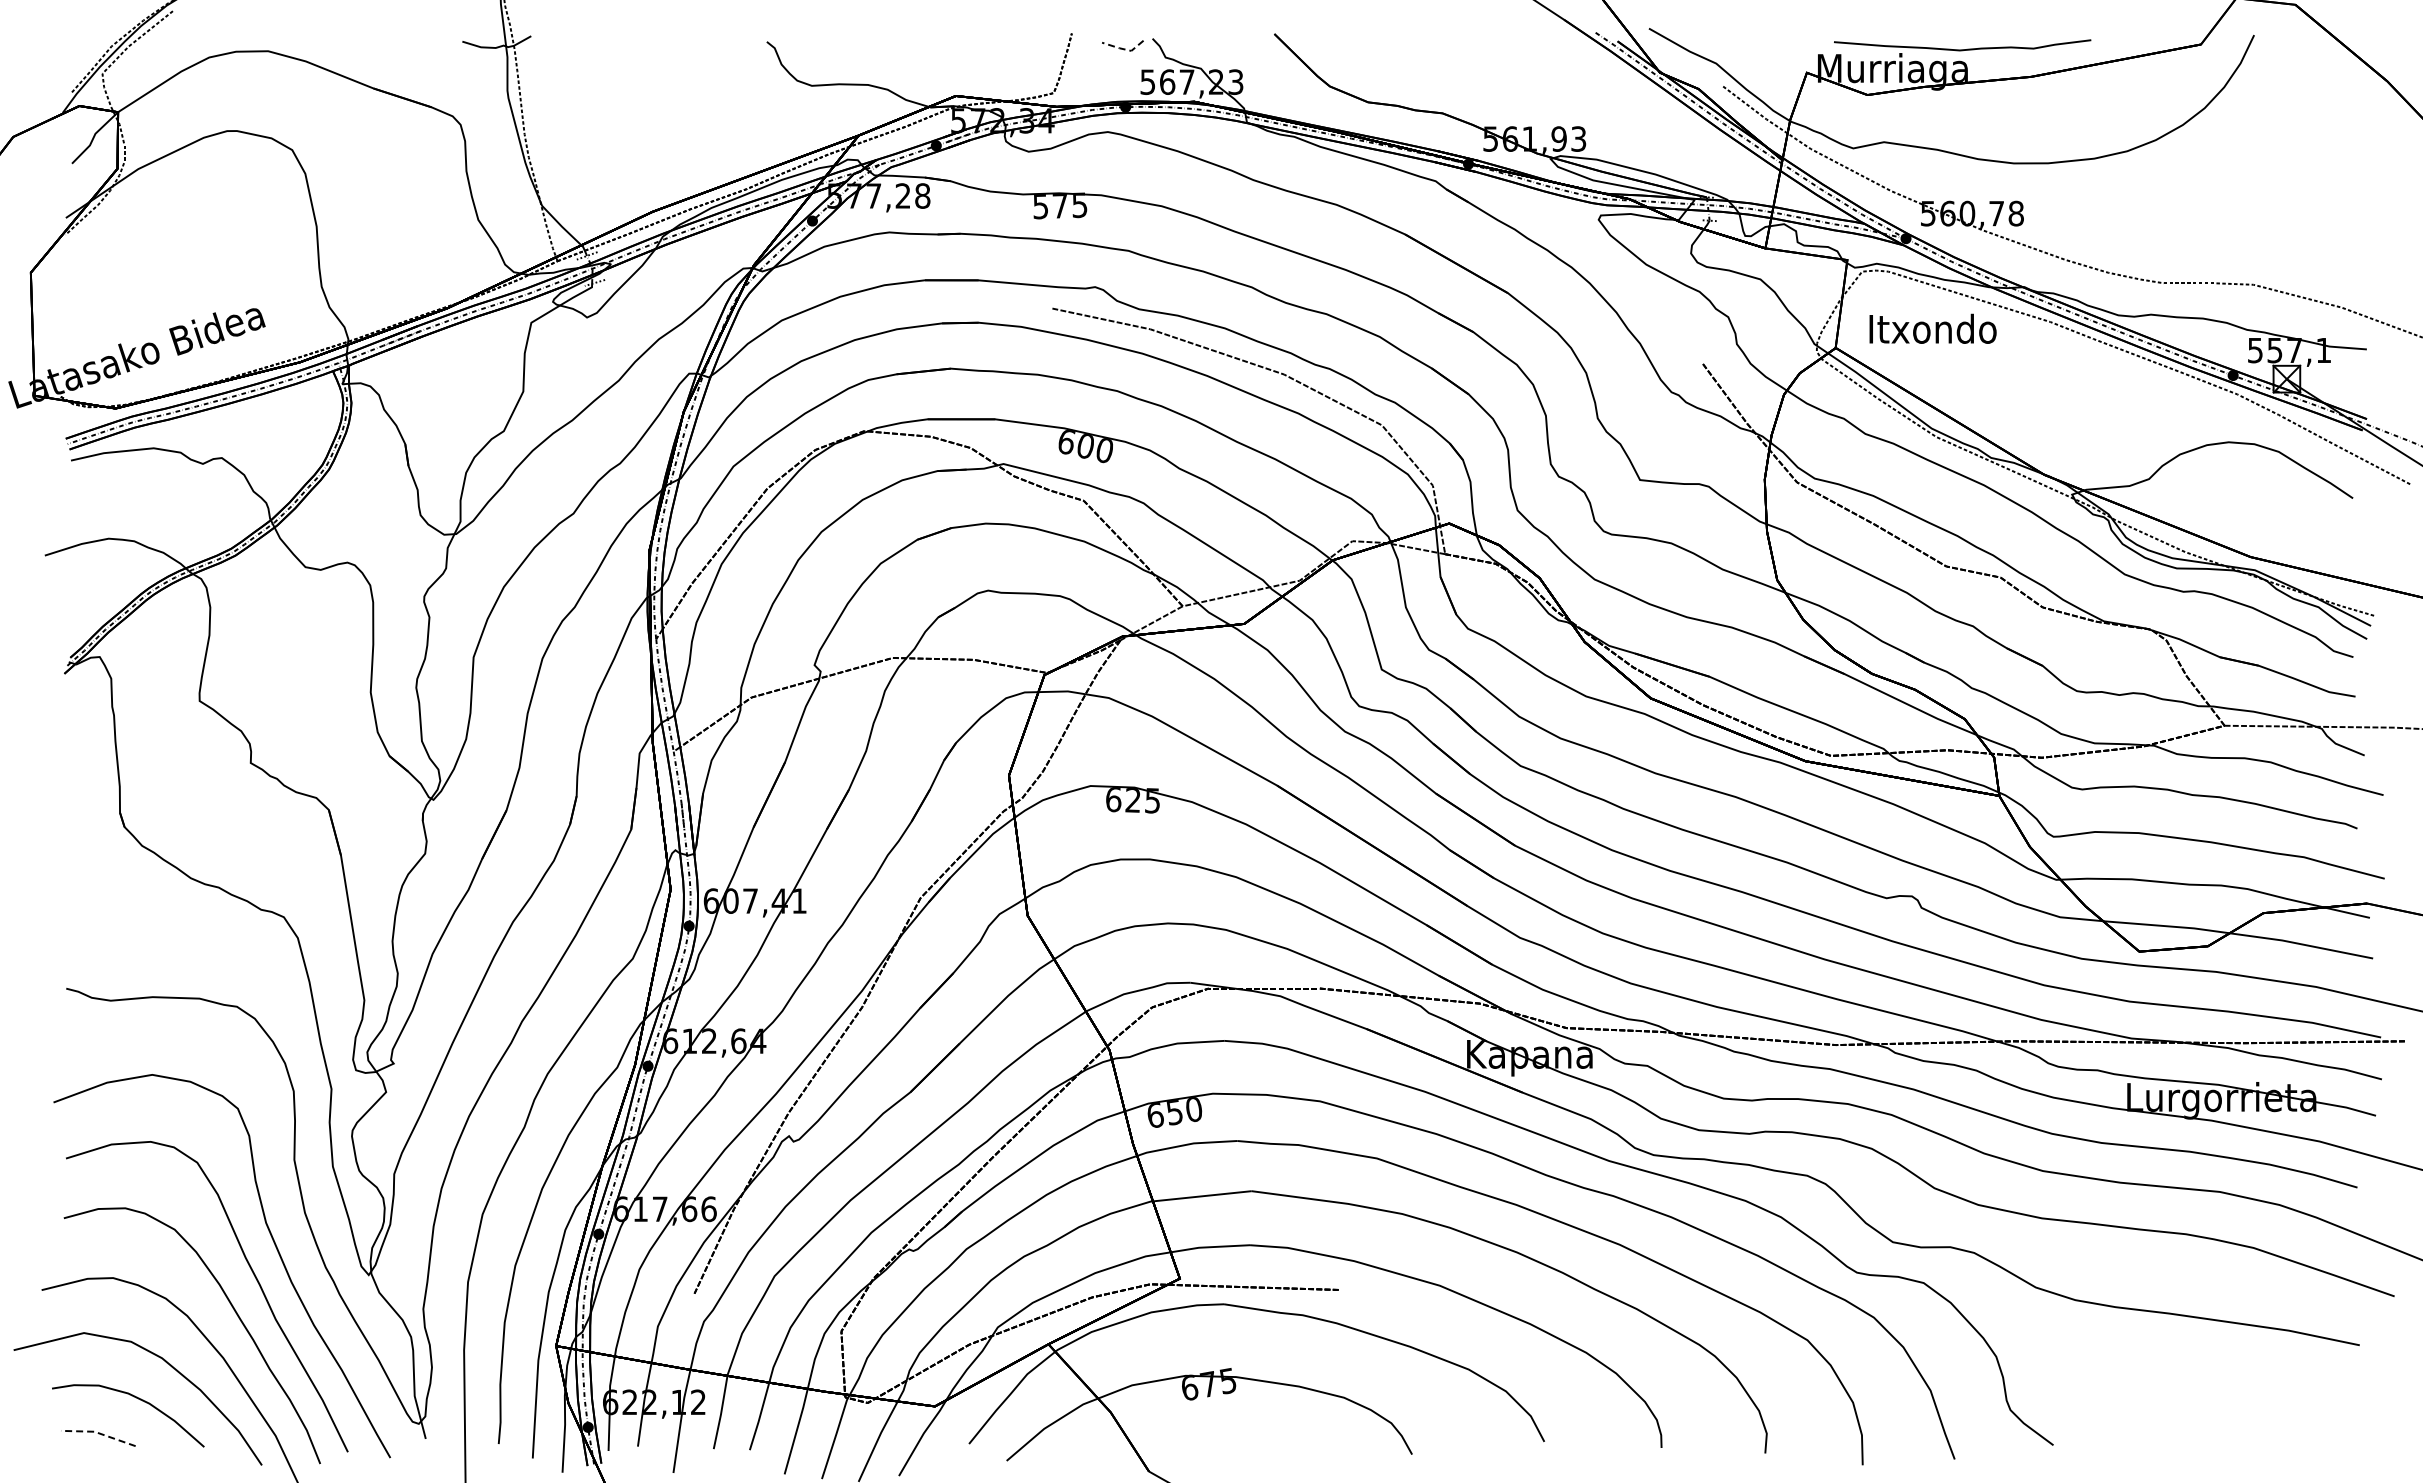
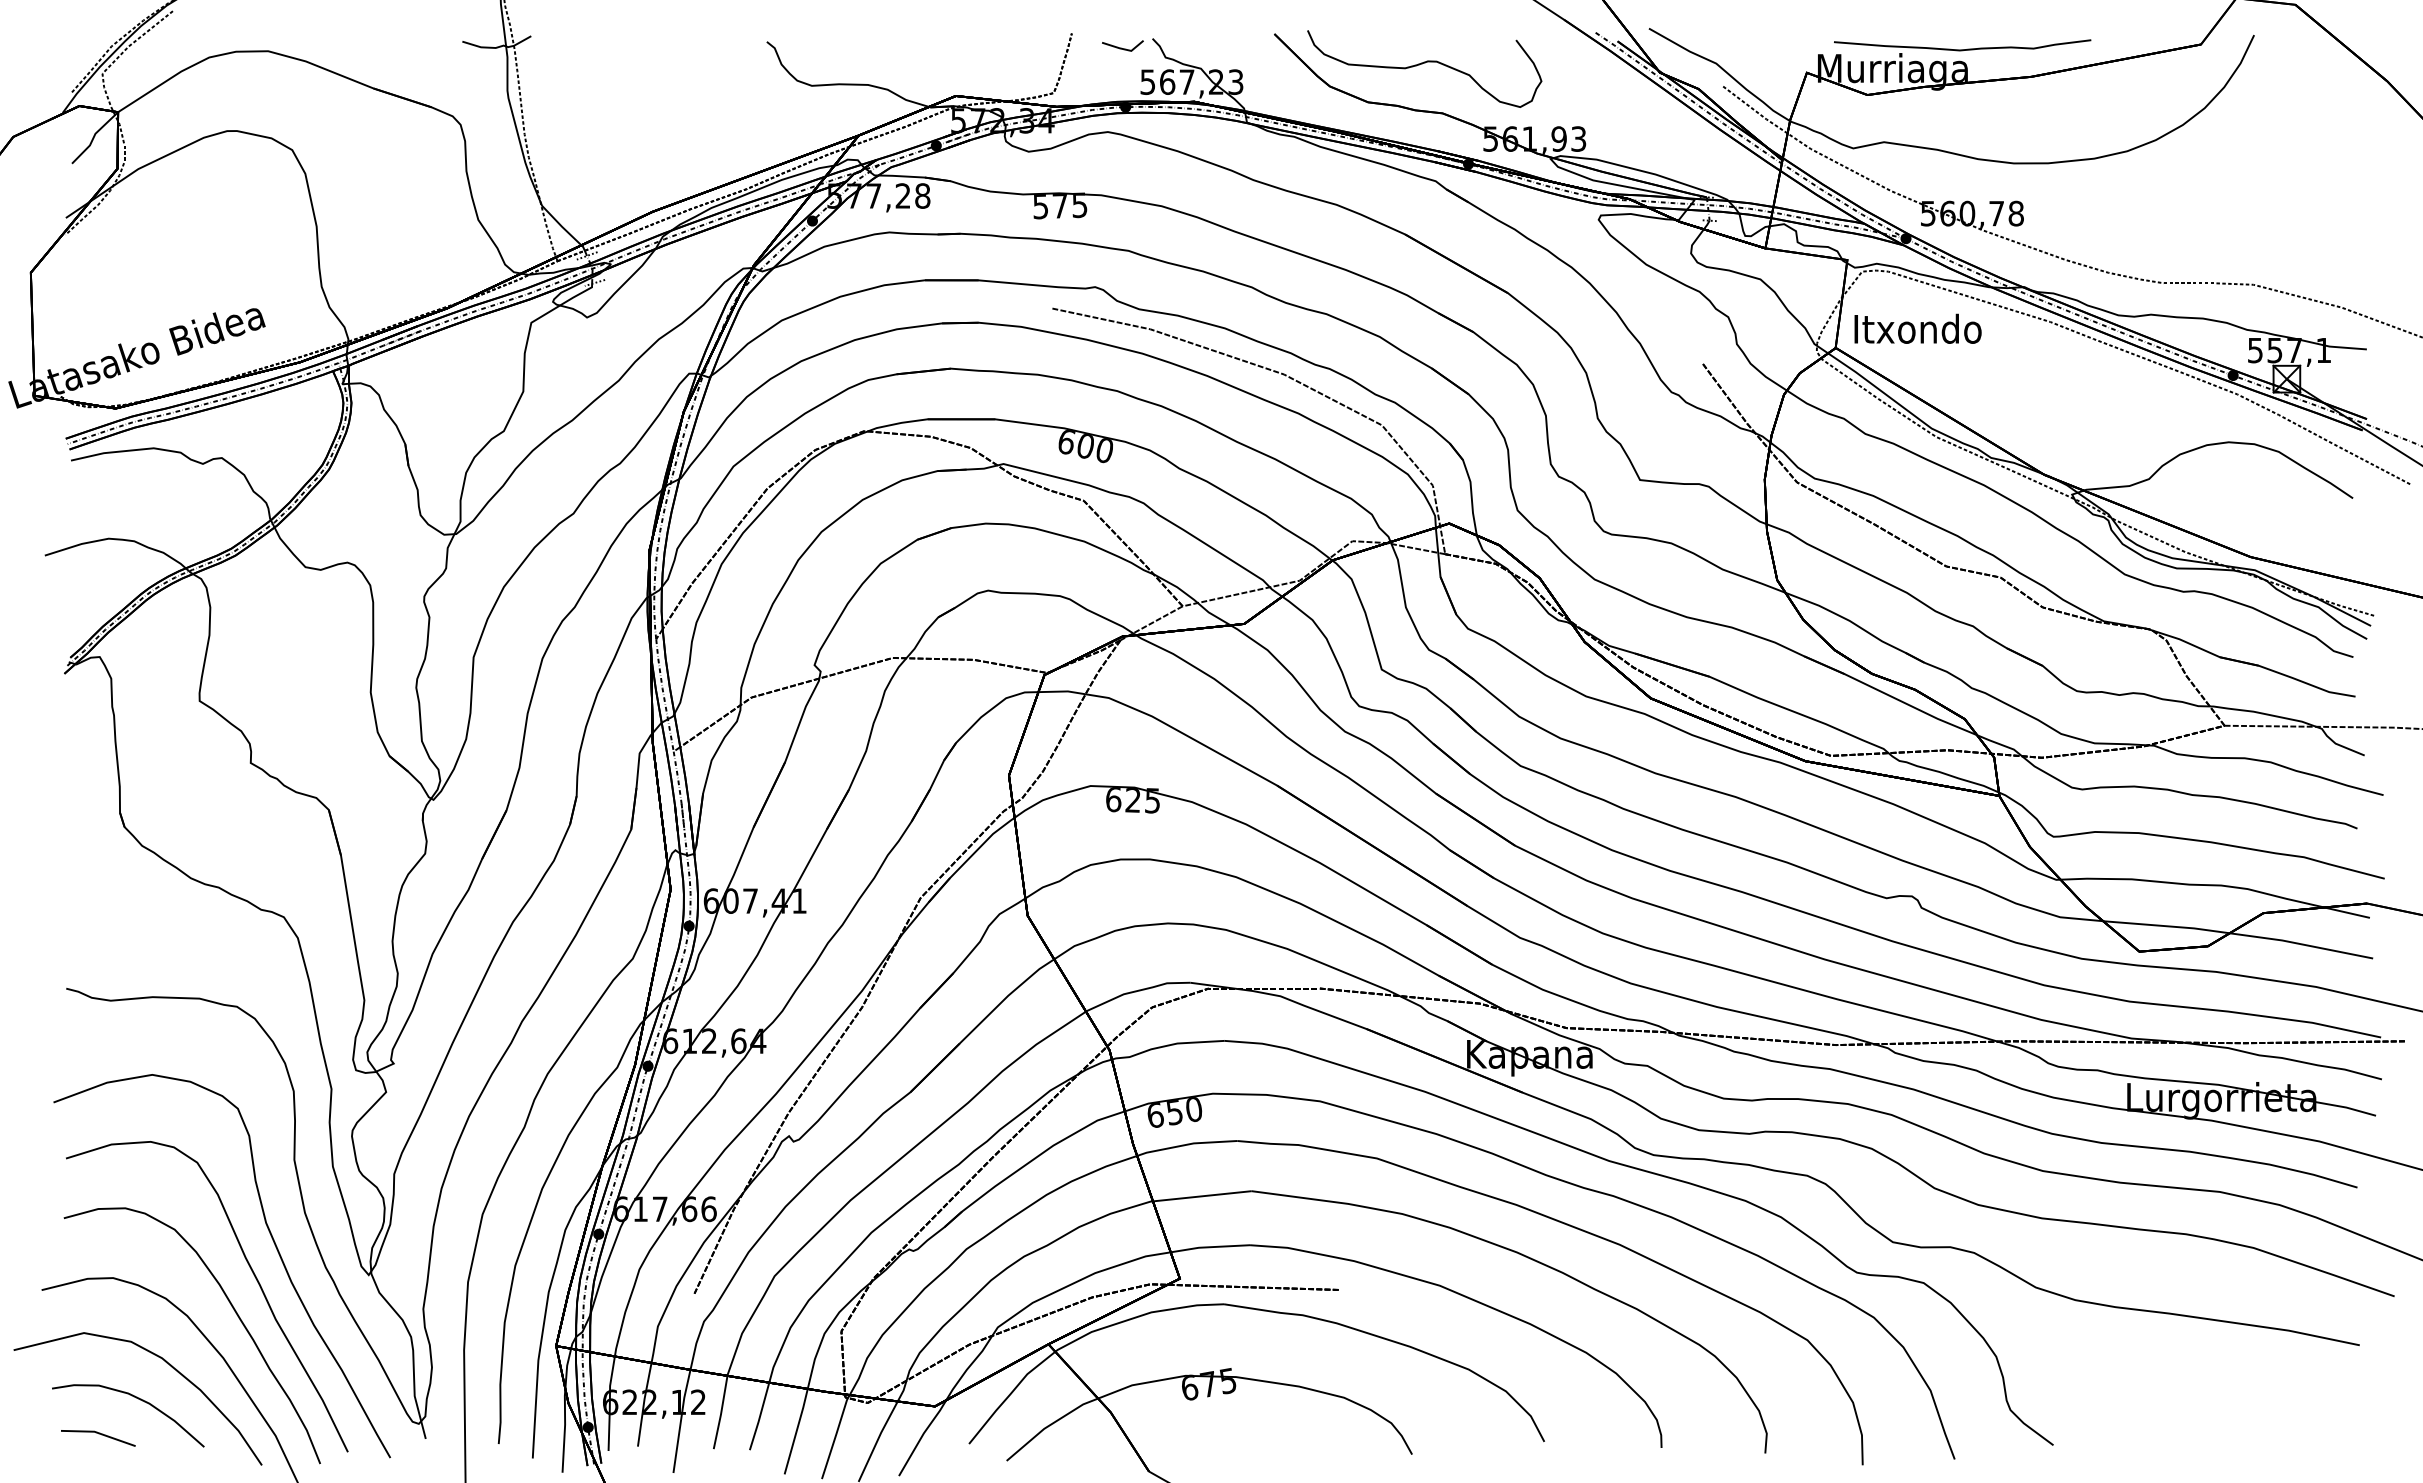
line at (1124, 49): dashed -> solid
curve at (1422, 64): none -> present
text at (1932, 328) position: (1932, 328) -> (1917, 328)
line at (98, 1433): dashed -> solid
